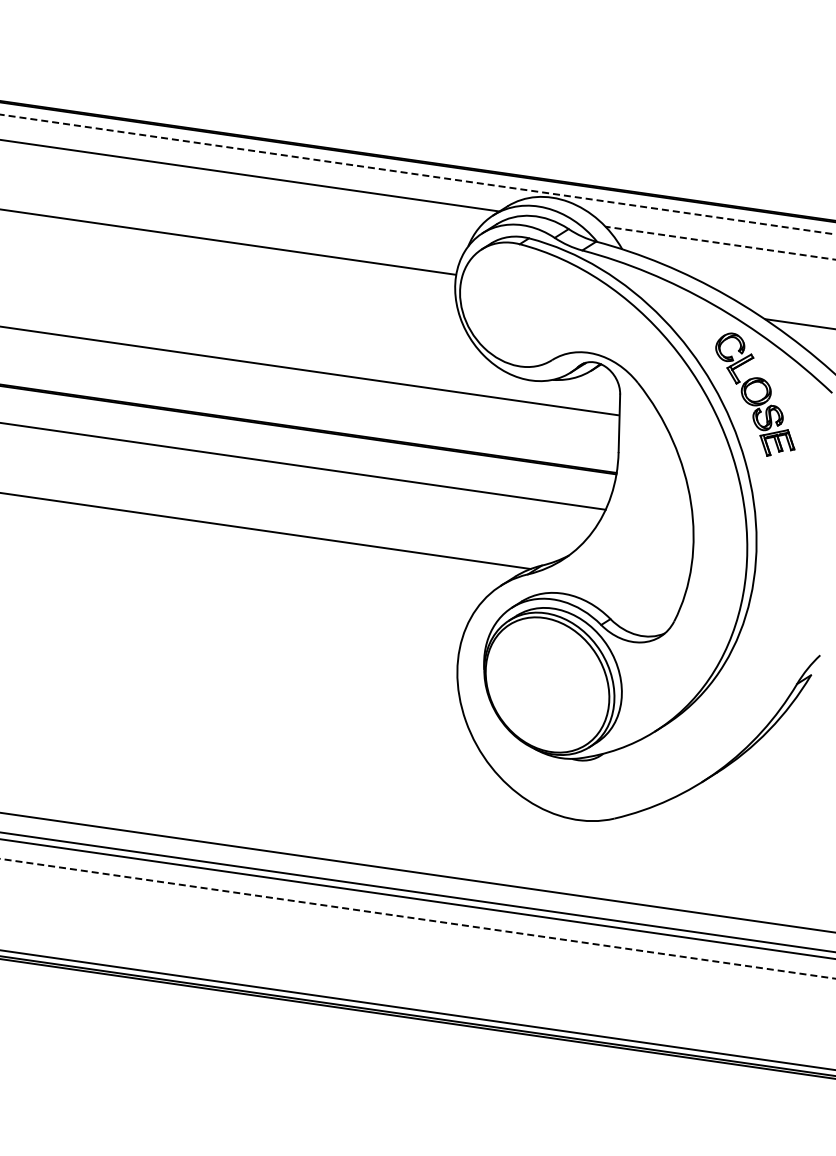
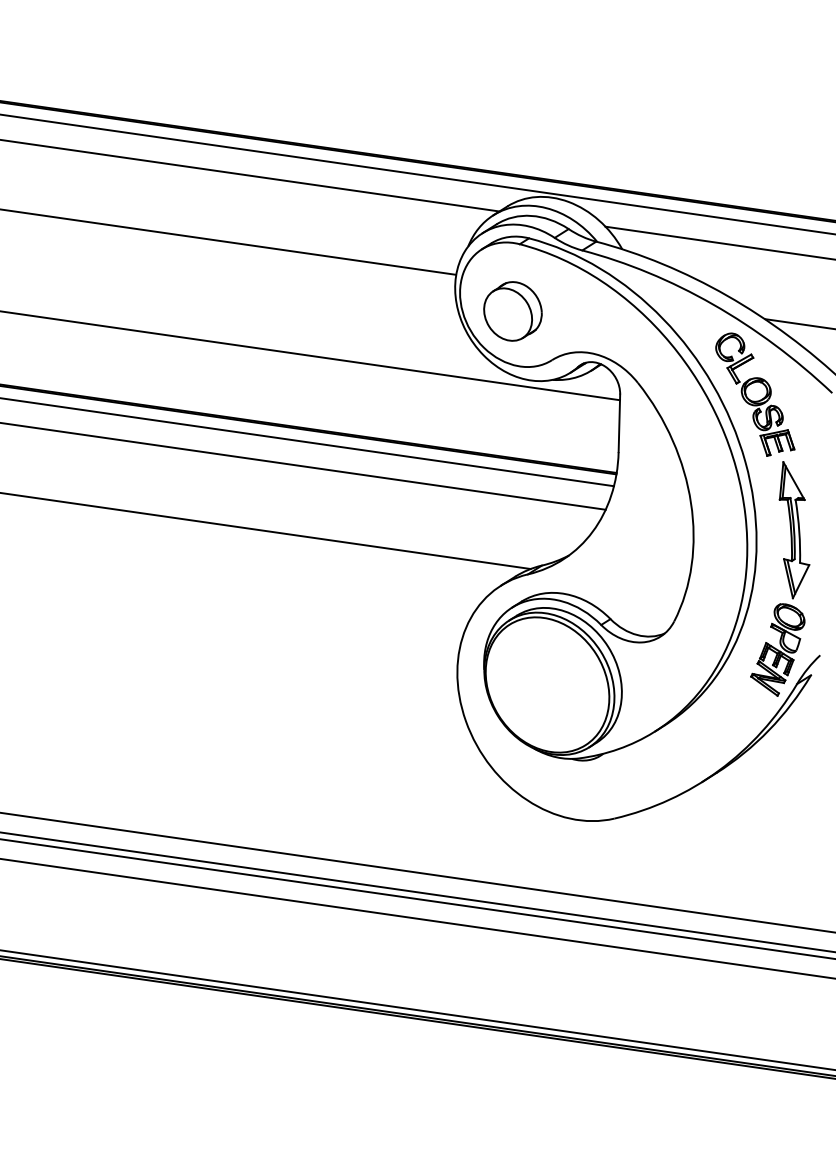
line at (417, 174): dashed -> solid
line at (720, 243): dashed -> solid
part at (512, 311): none -> present
line at (310, 370) position: (310, 370) -> (311, 355)
line at (308, 442): none -> present
part at (786, 575): none -> present
line at (417, 918): dashed -> solid
